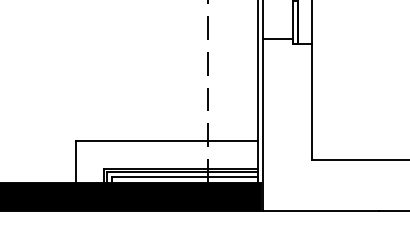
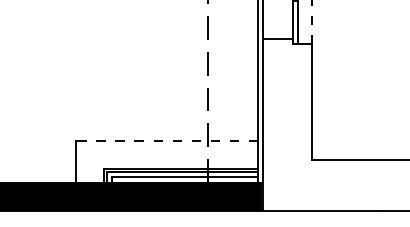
line at (311, 22): solid -> dashed
line at (166, 141): solid -> dashed
